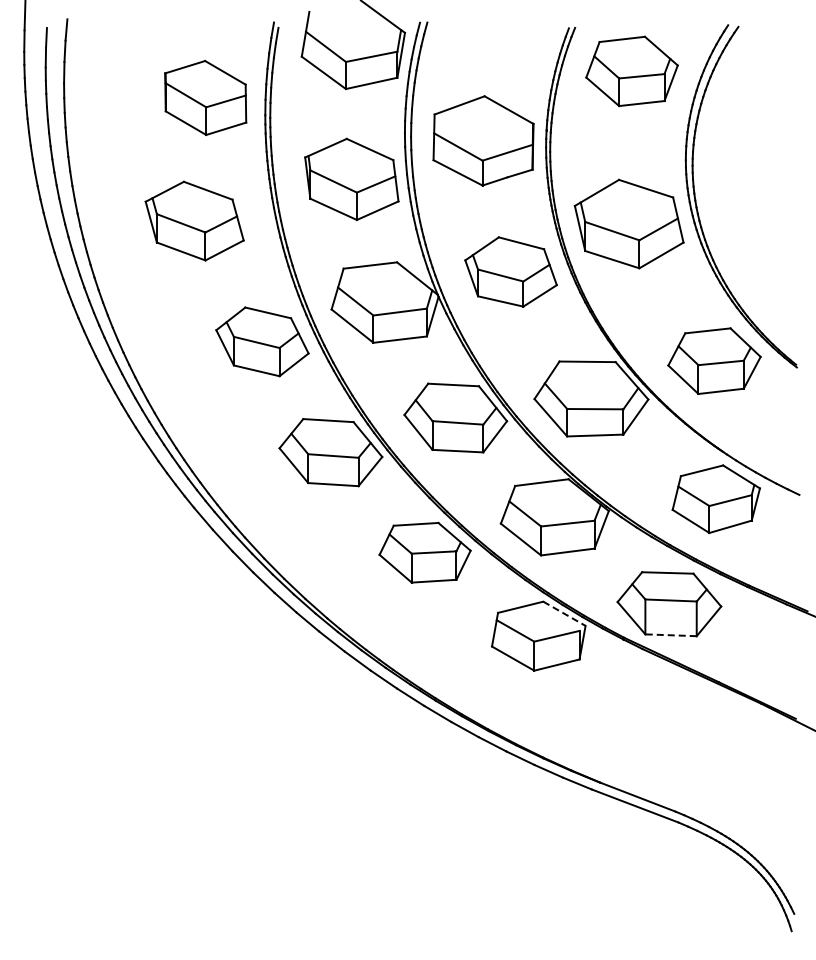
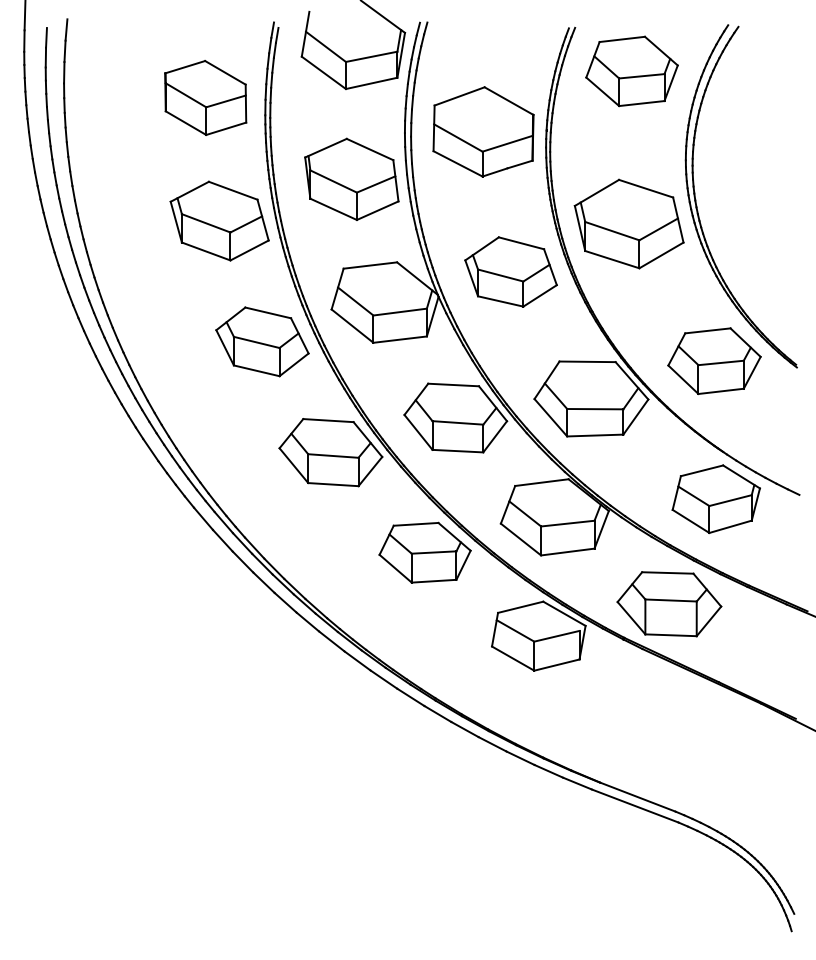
part at (483, 140) position: (483, 140) -> (483, 131)
part at (194, 220) position: (194, 220) -> (219, 220)
line at (564, 614): dashed -> solid
line at (671, 635): dashed -> solid
